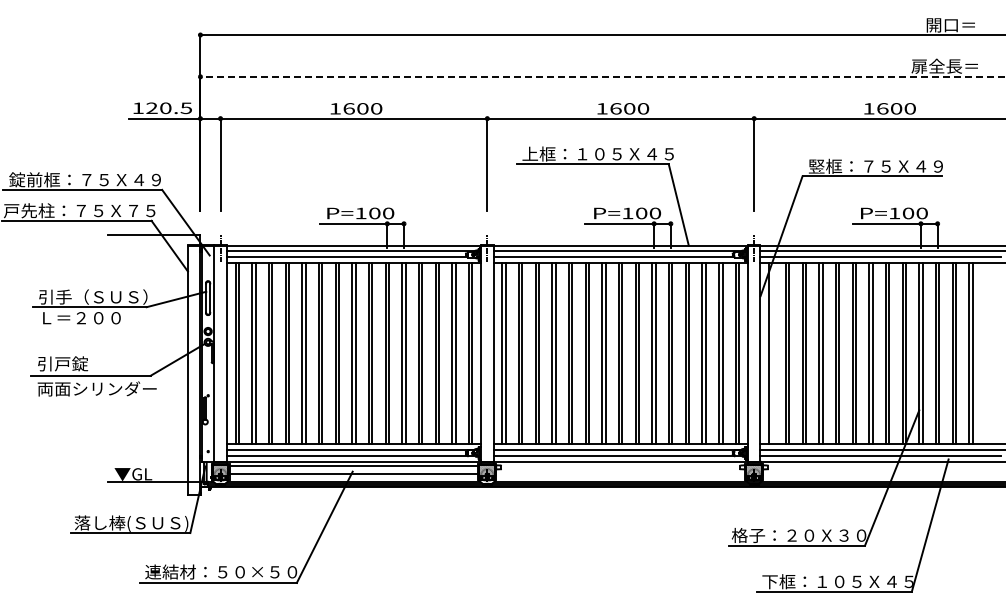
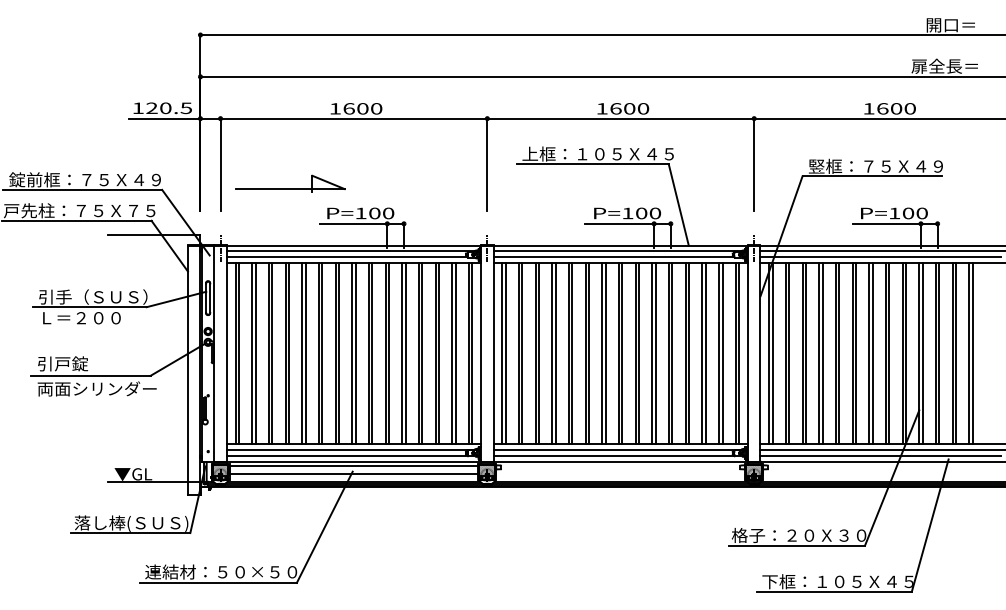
line at (602, 76): dashed -> solid
part at (290, 183): none -> present
line at (772, 353): none -> present
